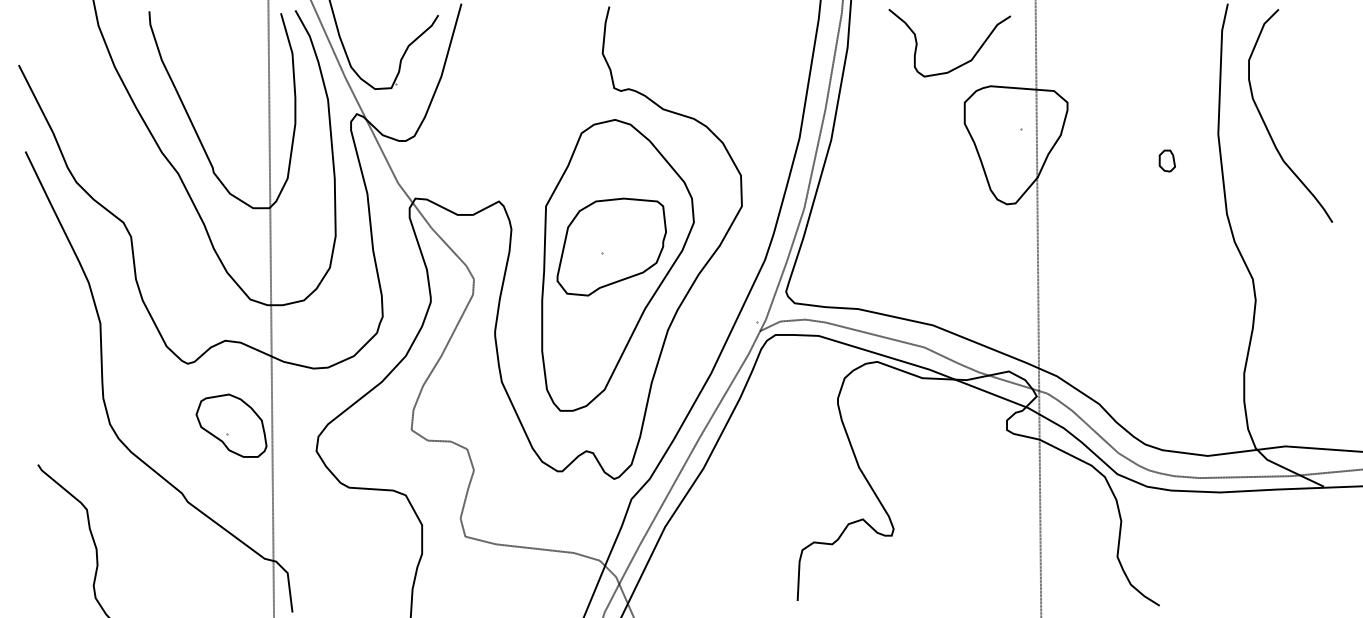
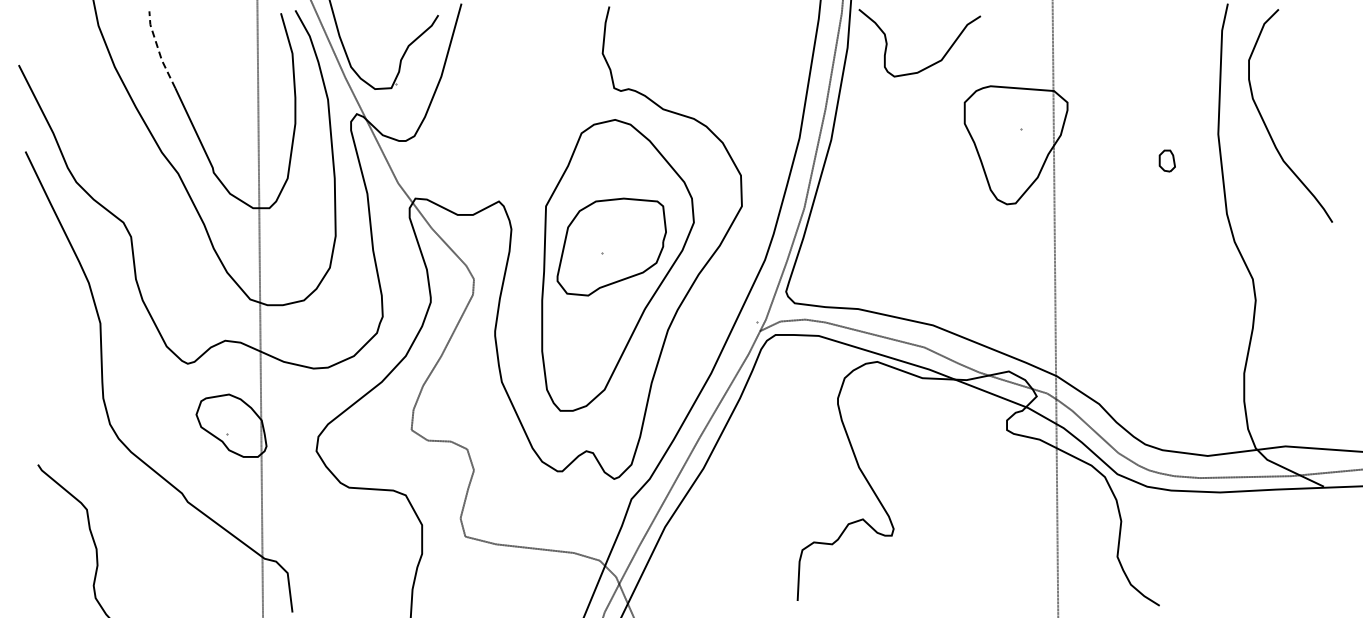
line at (158, 50): solid -> dashed
curve at (959, 65) position: (959, 65) -> (929, 65)
line at (271, 308) position: (271, 308) -> (260, 308)
line at (1038, 308) position: (1038, 308) -> (1055, 308)
